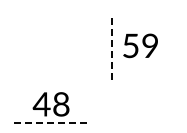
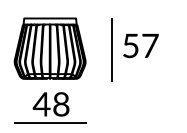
text at (150, 45): 59 -> 57
part at (49, 48): none -> present
line at (111, 50): dashed -> solid
line at (50, 123): dashed -> solid
